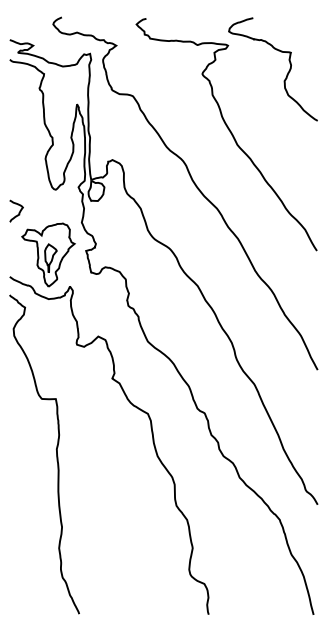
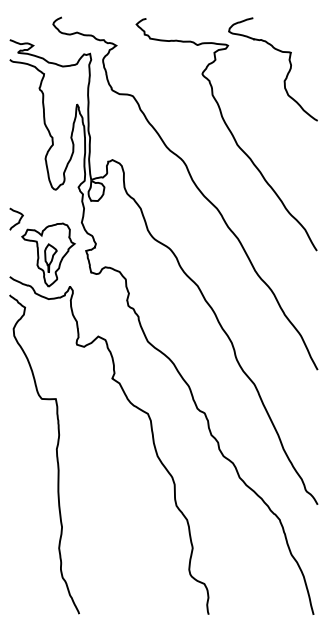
curve at (18, 212) position: (18, 212) -> (18, 220)
